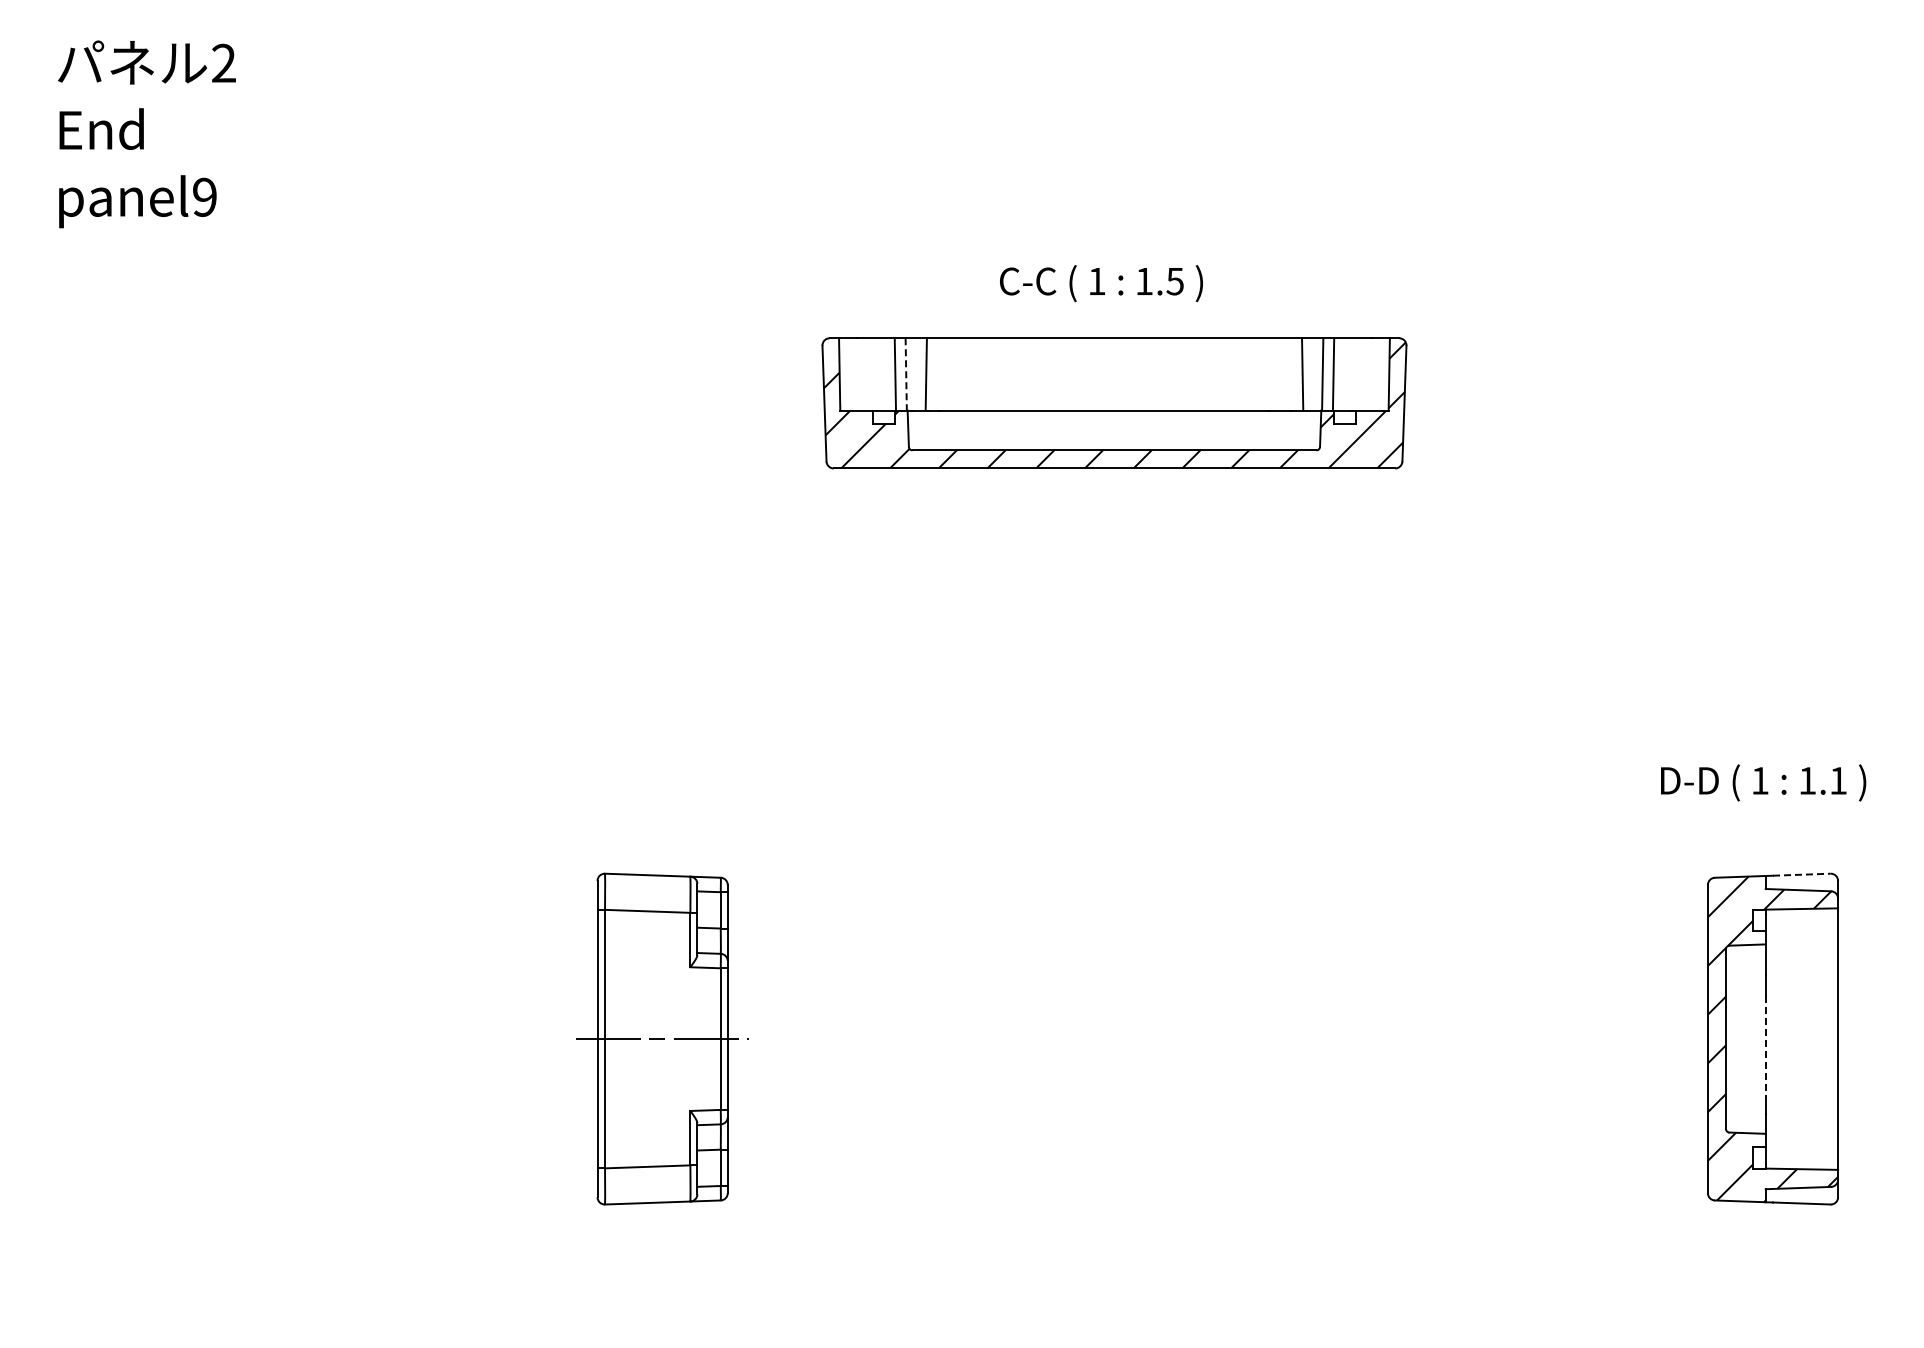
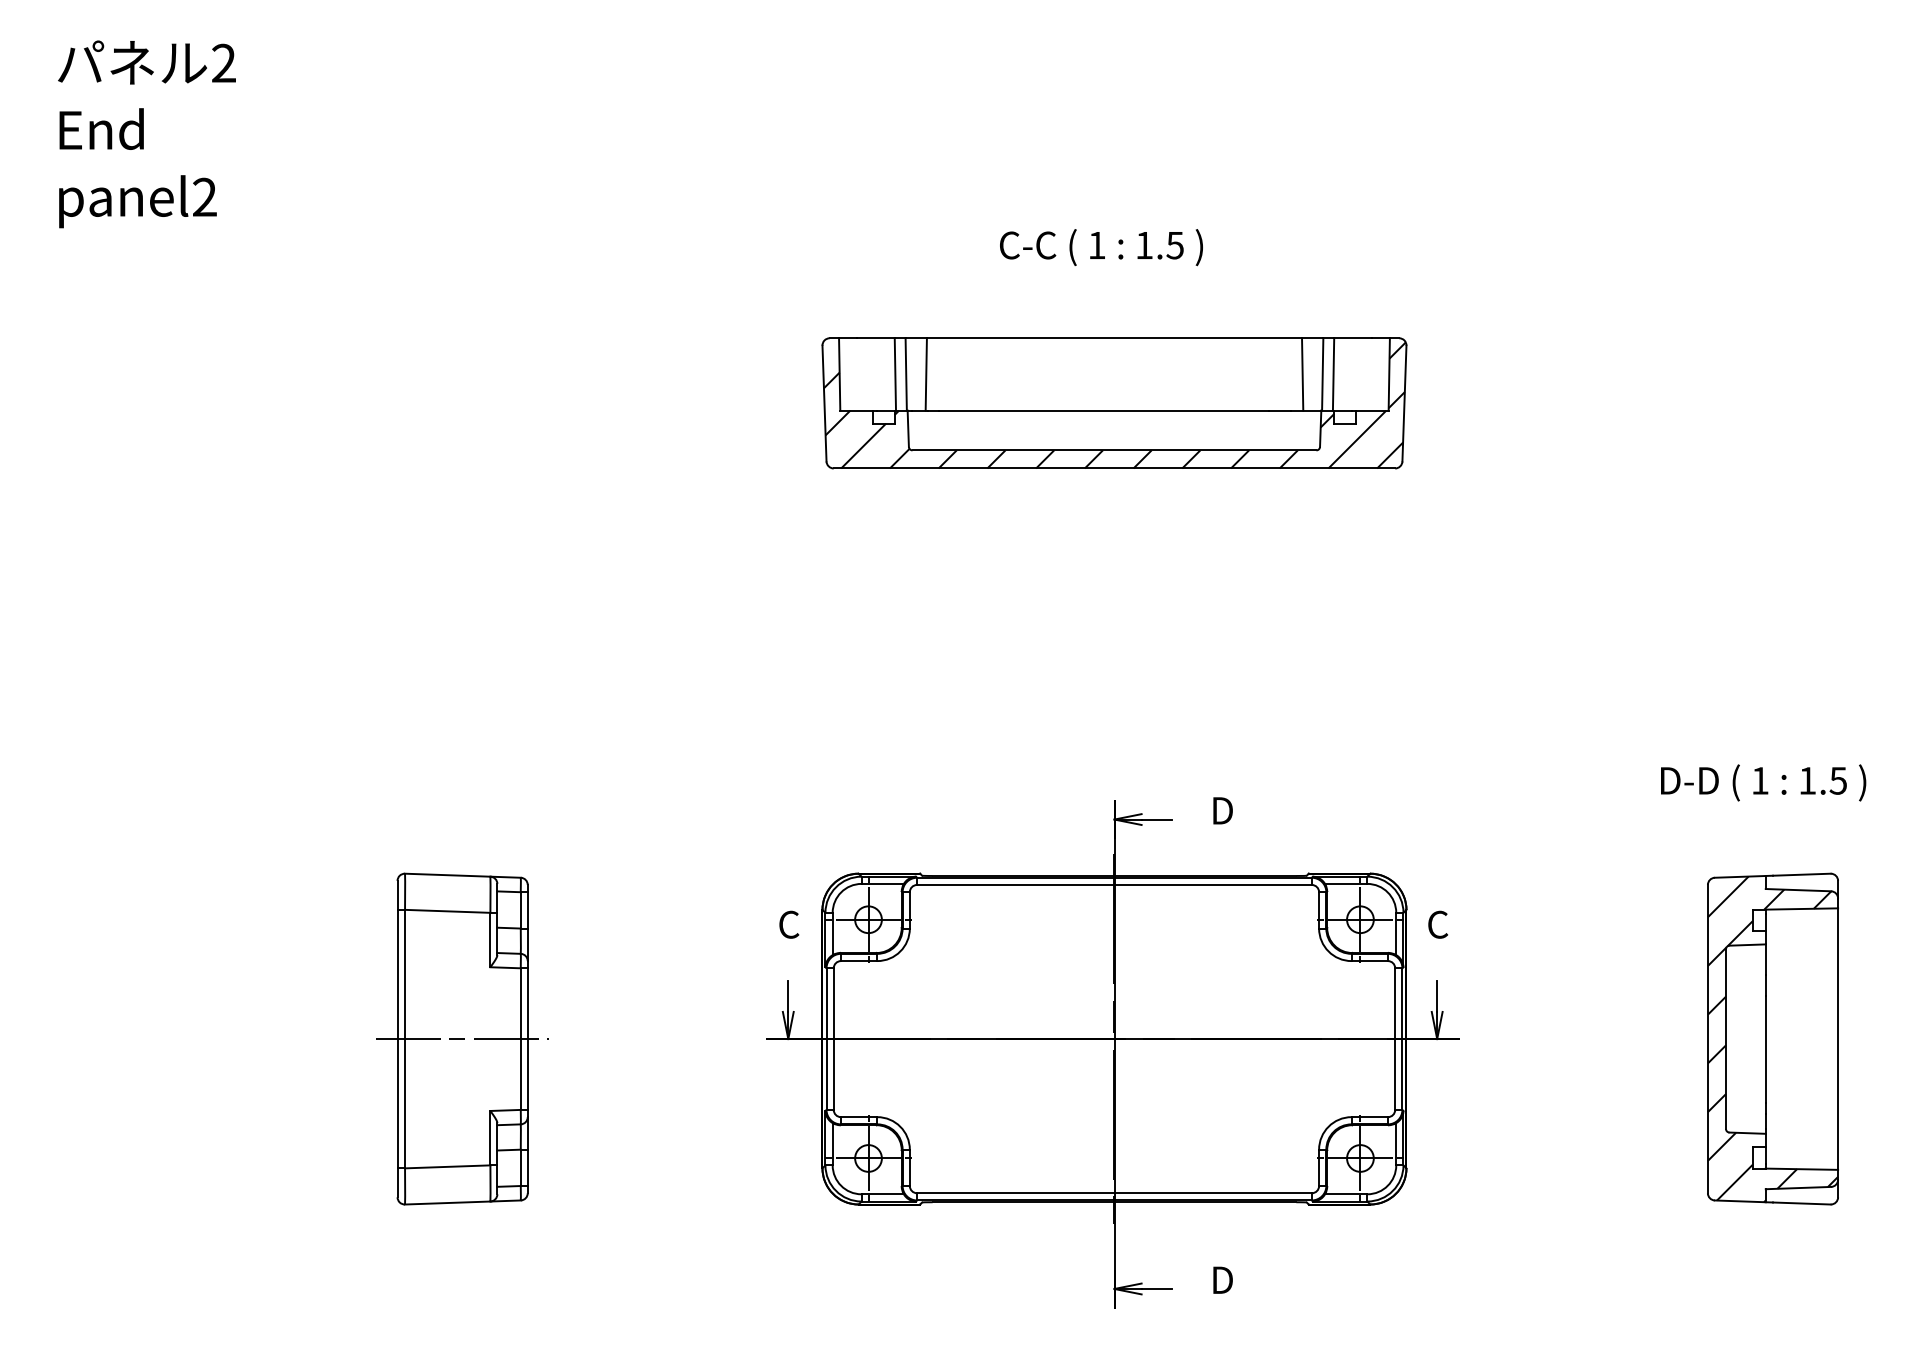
text at (204, 197): panel9 -> panel2
text at (1101, 283) position: (1101, 283) -> (1101, 247)
line at (906, 374): dashed -> solid
text at (1837, 780): 1.1 -> 1.5
line at (1801, 874): dashed -> solid
part at (662, 1038) position: (662, 1038) -> (462, 1038)
line at (1765, 1050): dashed -> solid
part at (1112, 1052): none -> present
